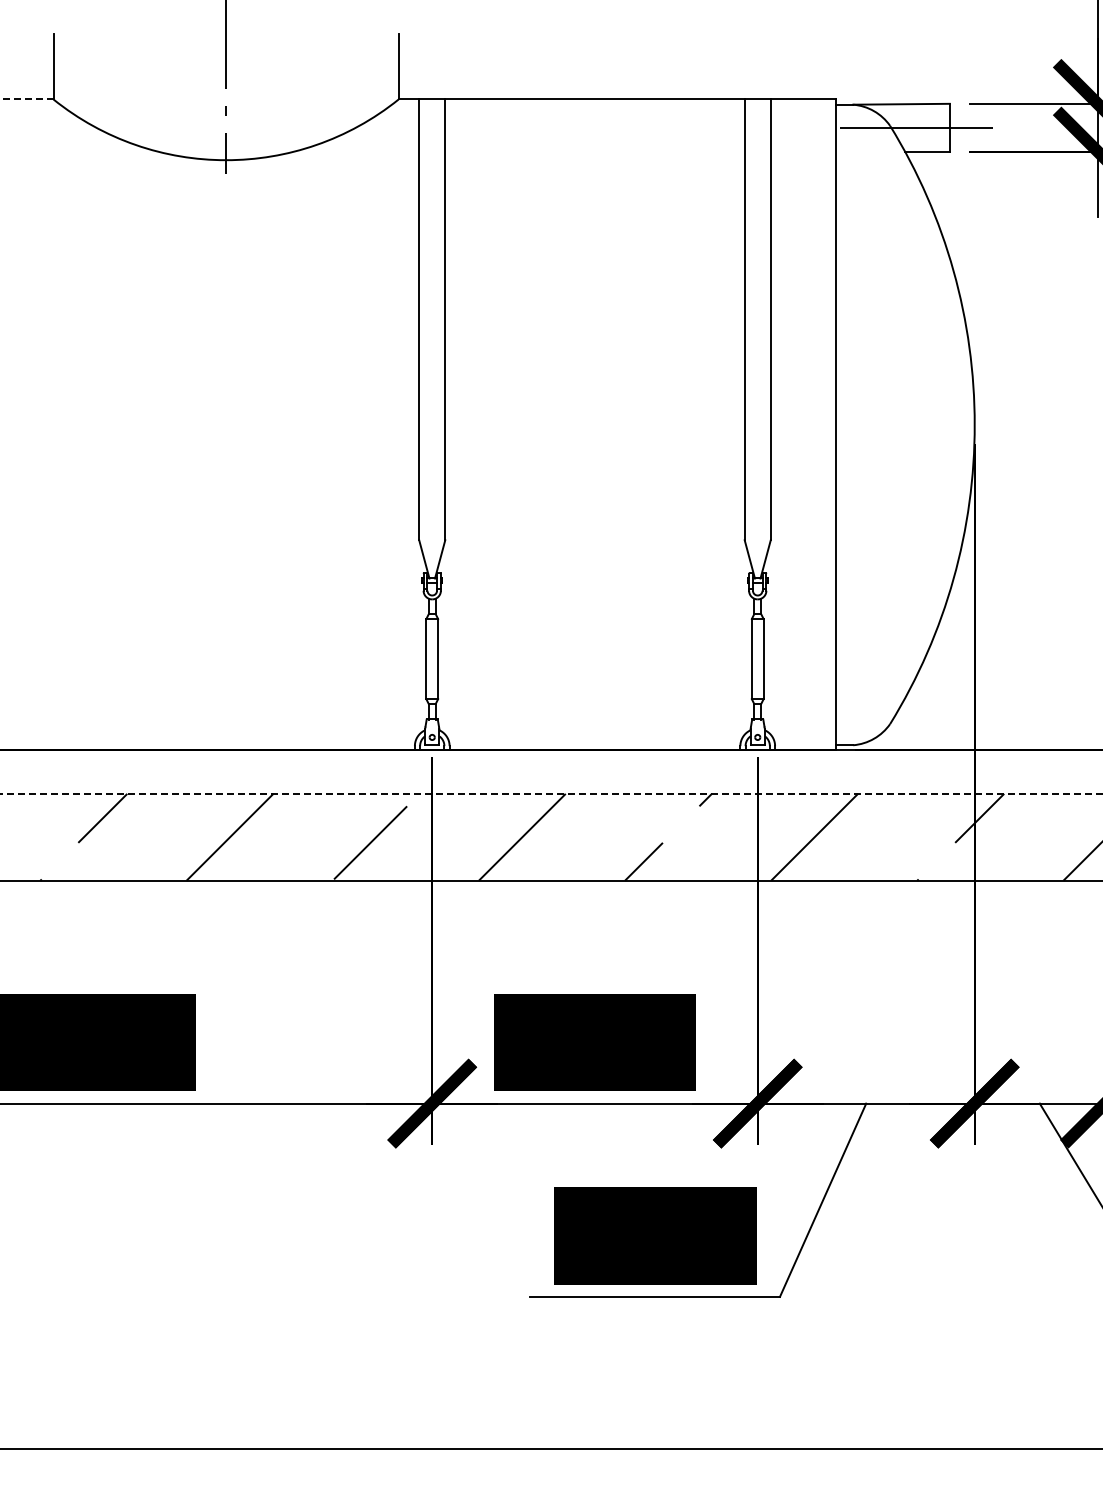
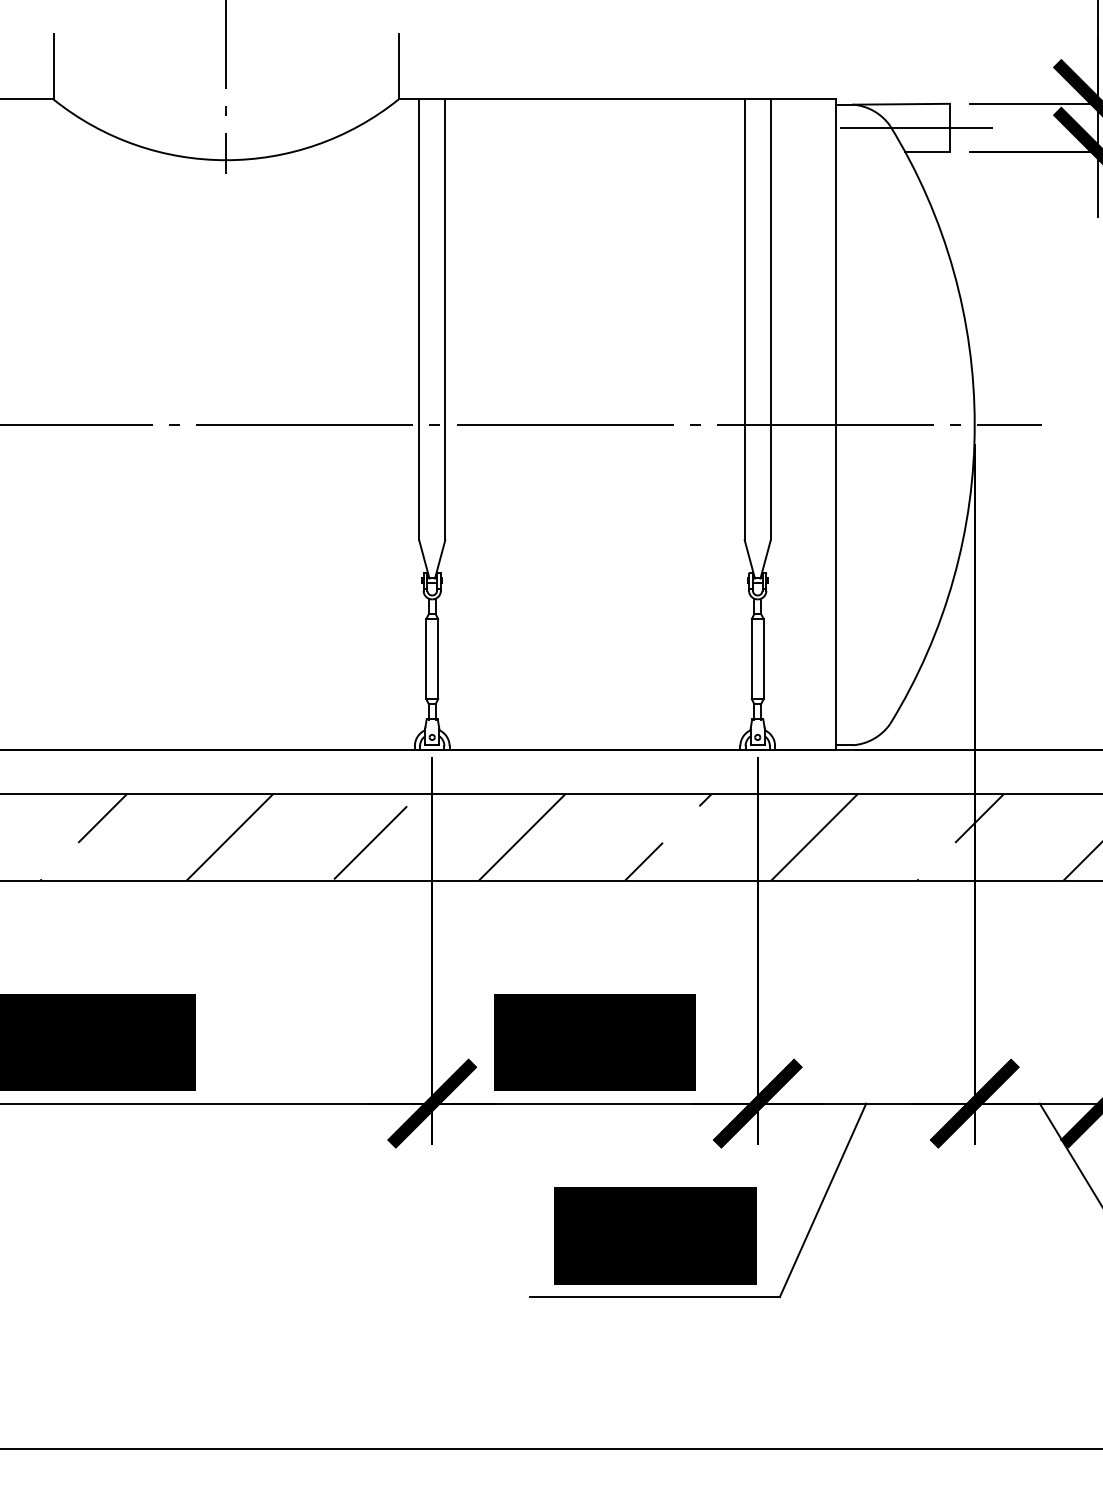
line at (26, 99): dashed -> solid
line at (522, 424): none -> present
line at (552, 793): dashed -> solid
